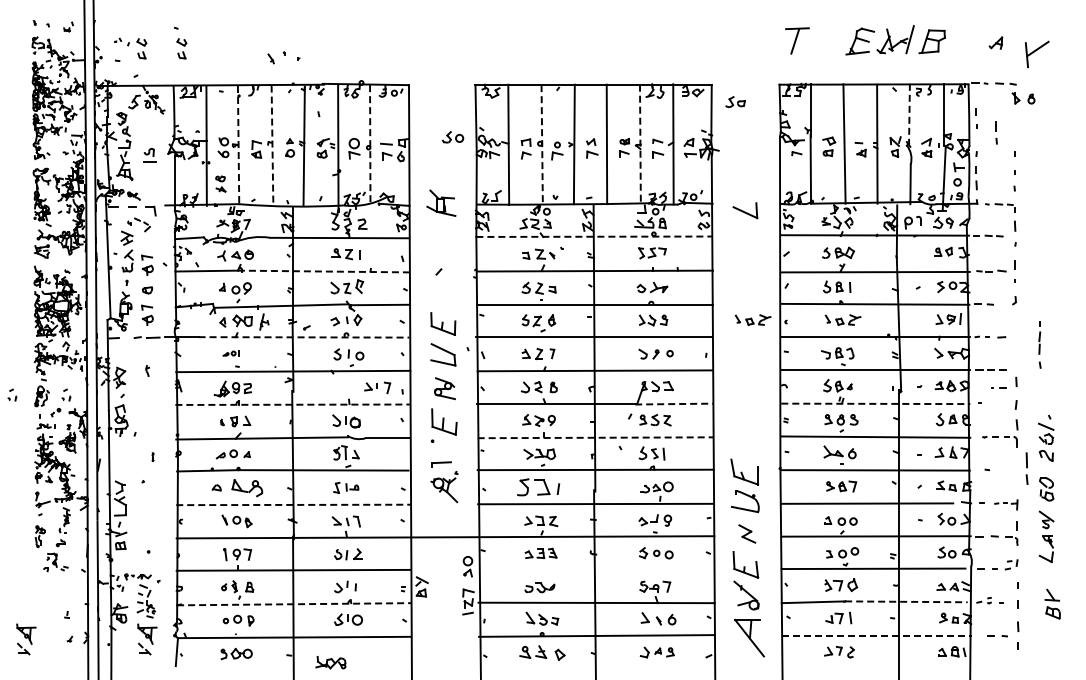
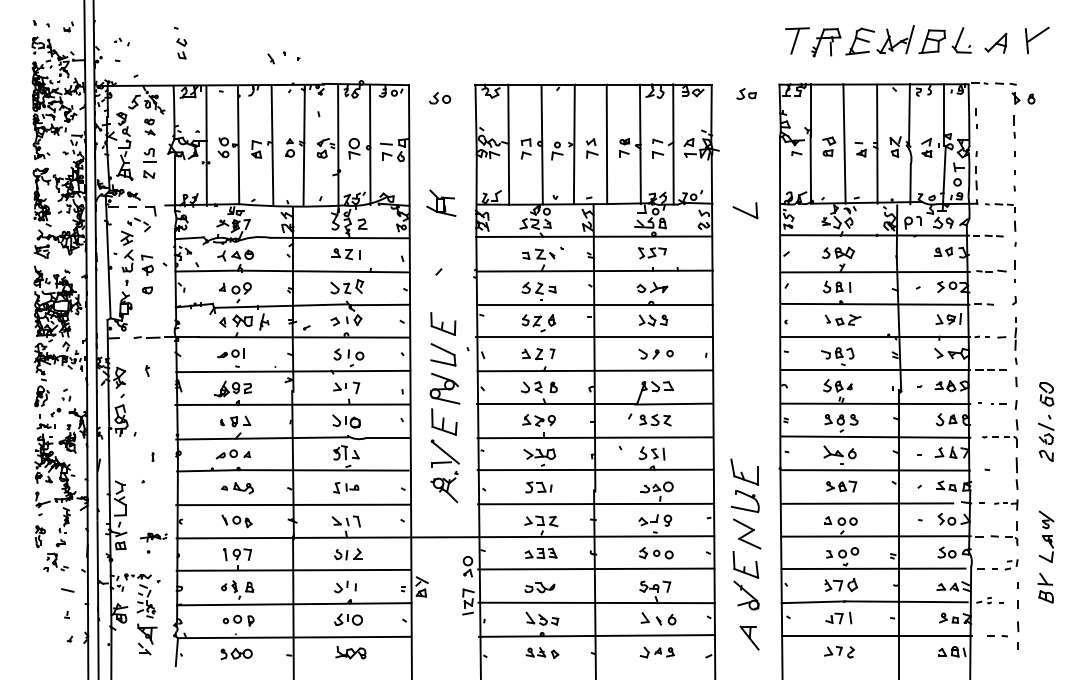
part at (961, 40): none -> present
part at (826, 42): none -> present
part at (995, 42) size: 16x14 px -> 24x22 px
part at (141, 48): present -> none
part at (1037, 54) position: (1037, 54) -> (1037, 40)
part at (735, 101) position: (735, 101) -> (746, 93)
line at (909, 113): dashed -> solid
part at (996, 132) position: (996, 132) -> (1014, 126)
part at (452, 137) position: (452, 137) -> (439, 98)
line at (542, 144): dashed -> solid
line at (640, 144): dashed -> solid
line at (238, 145): dashed -> solid
line at (370, 145): dashed -> solid
line at (272, 146): dashed -> solid
part at (149, 174): none -> present
part at (220, 183) position: (220, 183) -> (149, 126)
line at (594, 236): dashed -> solid
line at (323, 271): dashed -> solid
part at (147, 314): present -> none
part at (752, 319): present -> none
line at (304, 337): dashed -> solid
part at (1039, 344) position: (1039, 344) -> (1015, 340)
part at (230, 353) size: 18x7 px -> 28x11 px
part at (377, 387) position: (377, 387) -> (346, 387)
line at (999, 387) position: (999, 387) -> (999, 403)
part at (444, 388) size: 22x24 px -> 32x33 px
part at (12, 394): present -> none
line at (876, 403): dashed -> solid
line at (293, 404): dashed -> solid
line at (674, 404): dashed -> solid
line at (595, 437): dashed -> solid
line at (445, 452): none -> present
part at (1026, 468) position: (1026, 468) -> (1016, 473)
part at (538, 487) size: 44x19 px -> 28x13 px
part at (237, 488) size: 53x19 px -> 33x13 px
part at (1046, 489) position: (1046, 489) -> (1046, 394)
line at (293, 504): dashed -> solid
part at (747, 533) size: 19x20 px -> 29x32 px
part at (153, 537): none -> present
line at (596, 568): none -> present
line at (67, 590): none -> present
line at (906, 601): dashed -> solid
part at (1052, 603) position: (1052, 603) -> (1045, 587)
line at (294, 604): dashed -> solid
line at (876, 635): dashed -> solid
part at (749, 638) size: 31x39 px -> 21x26 px
part at (26, 639): present -> none
part at (542, 652) size: 47x16 px -> 35x12 px
part at (330, 662) position: (330, 662) -> (350, 652)
